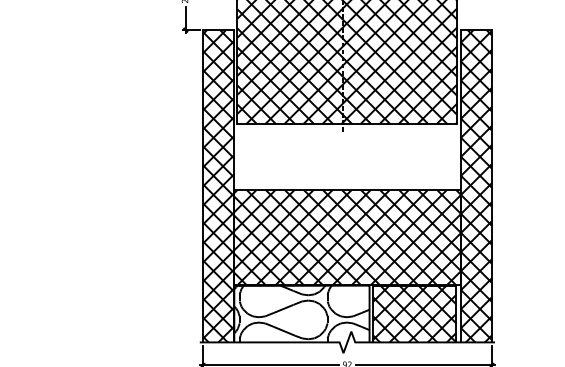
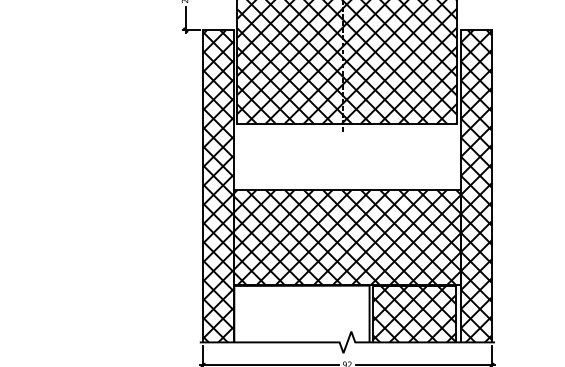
hatch at (301, 313): present -> none
